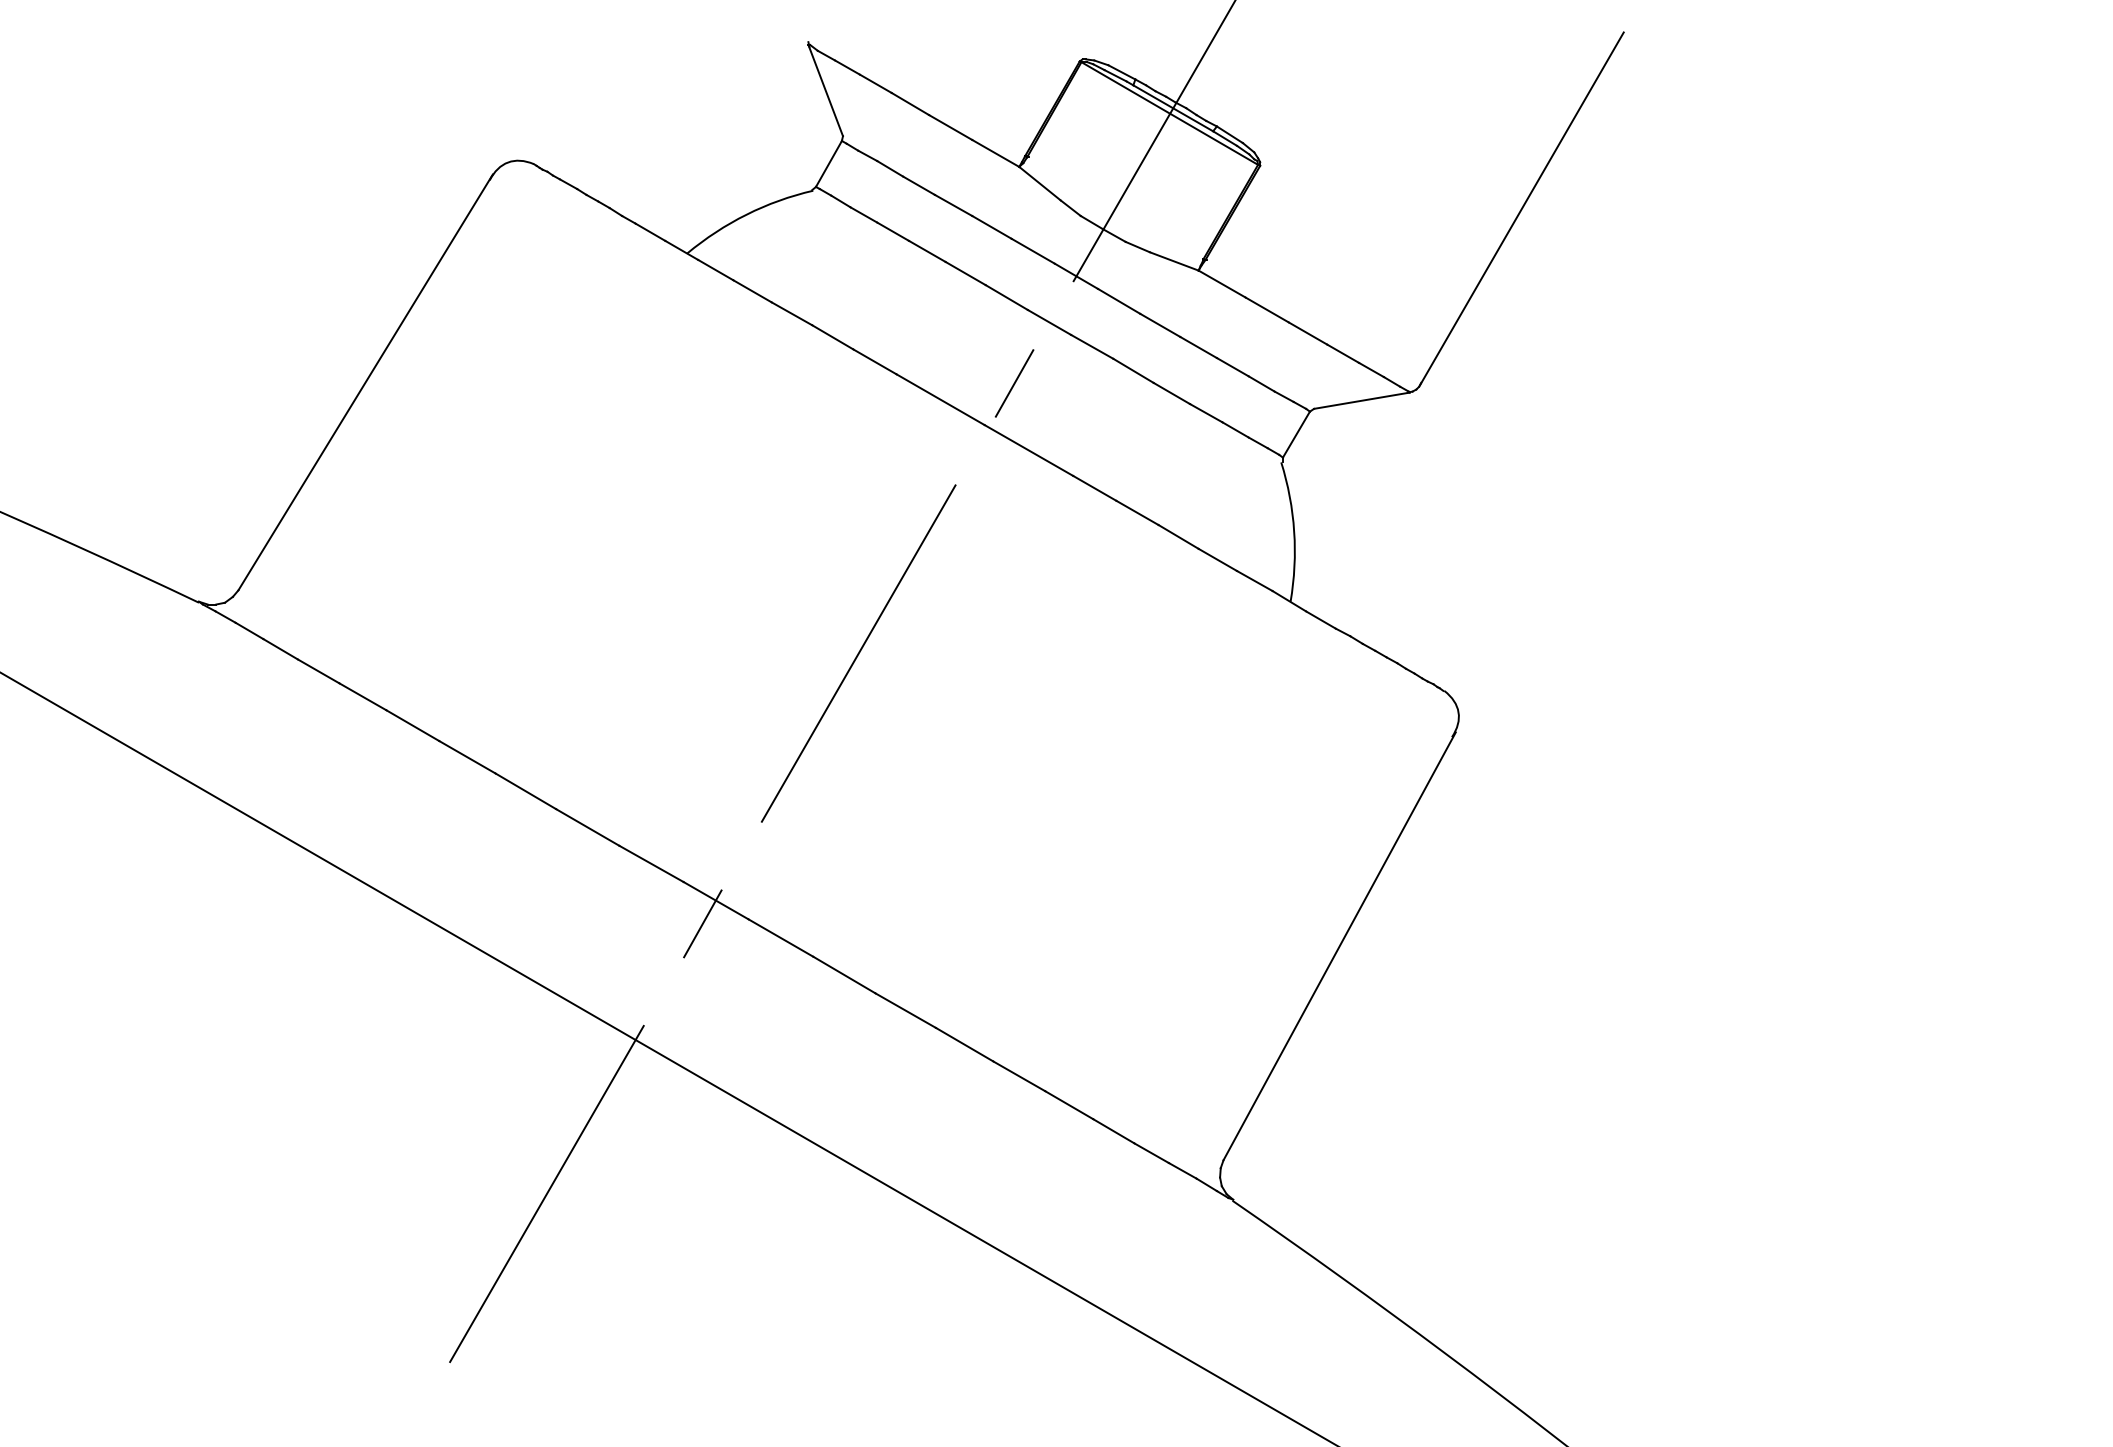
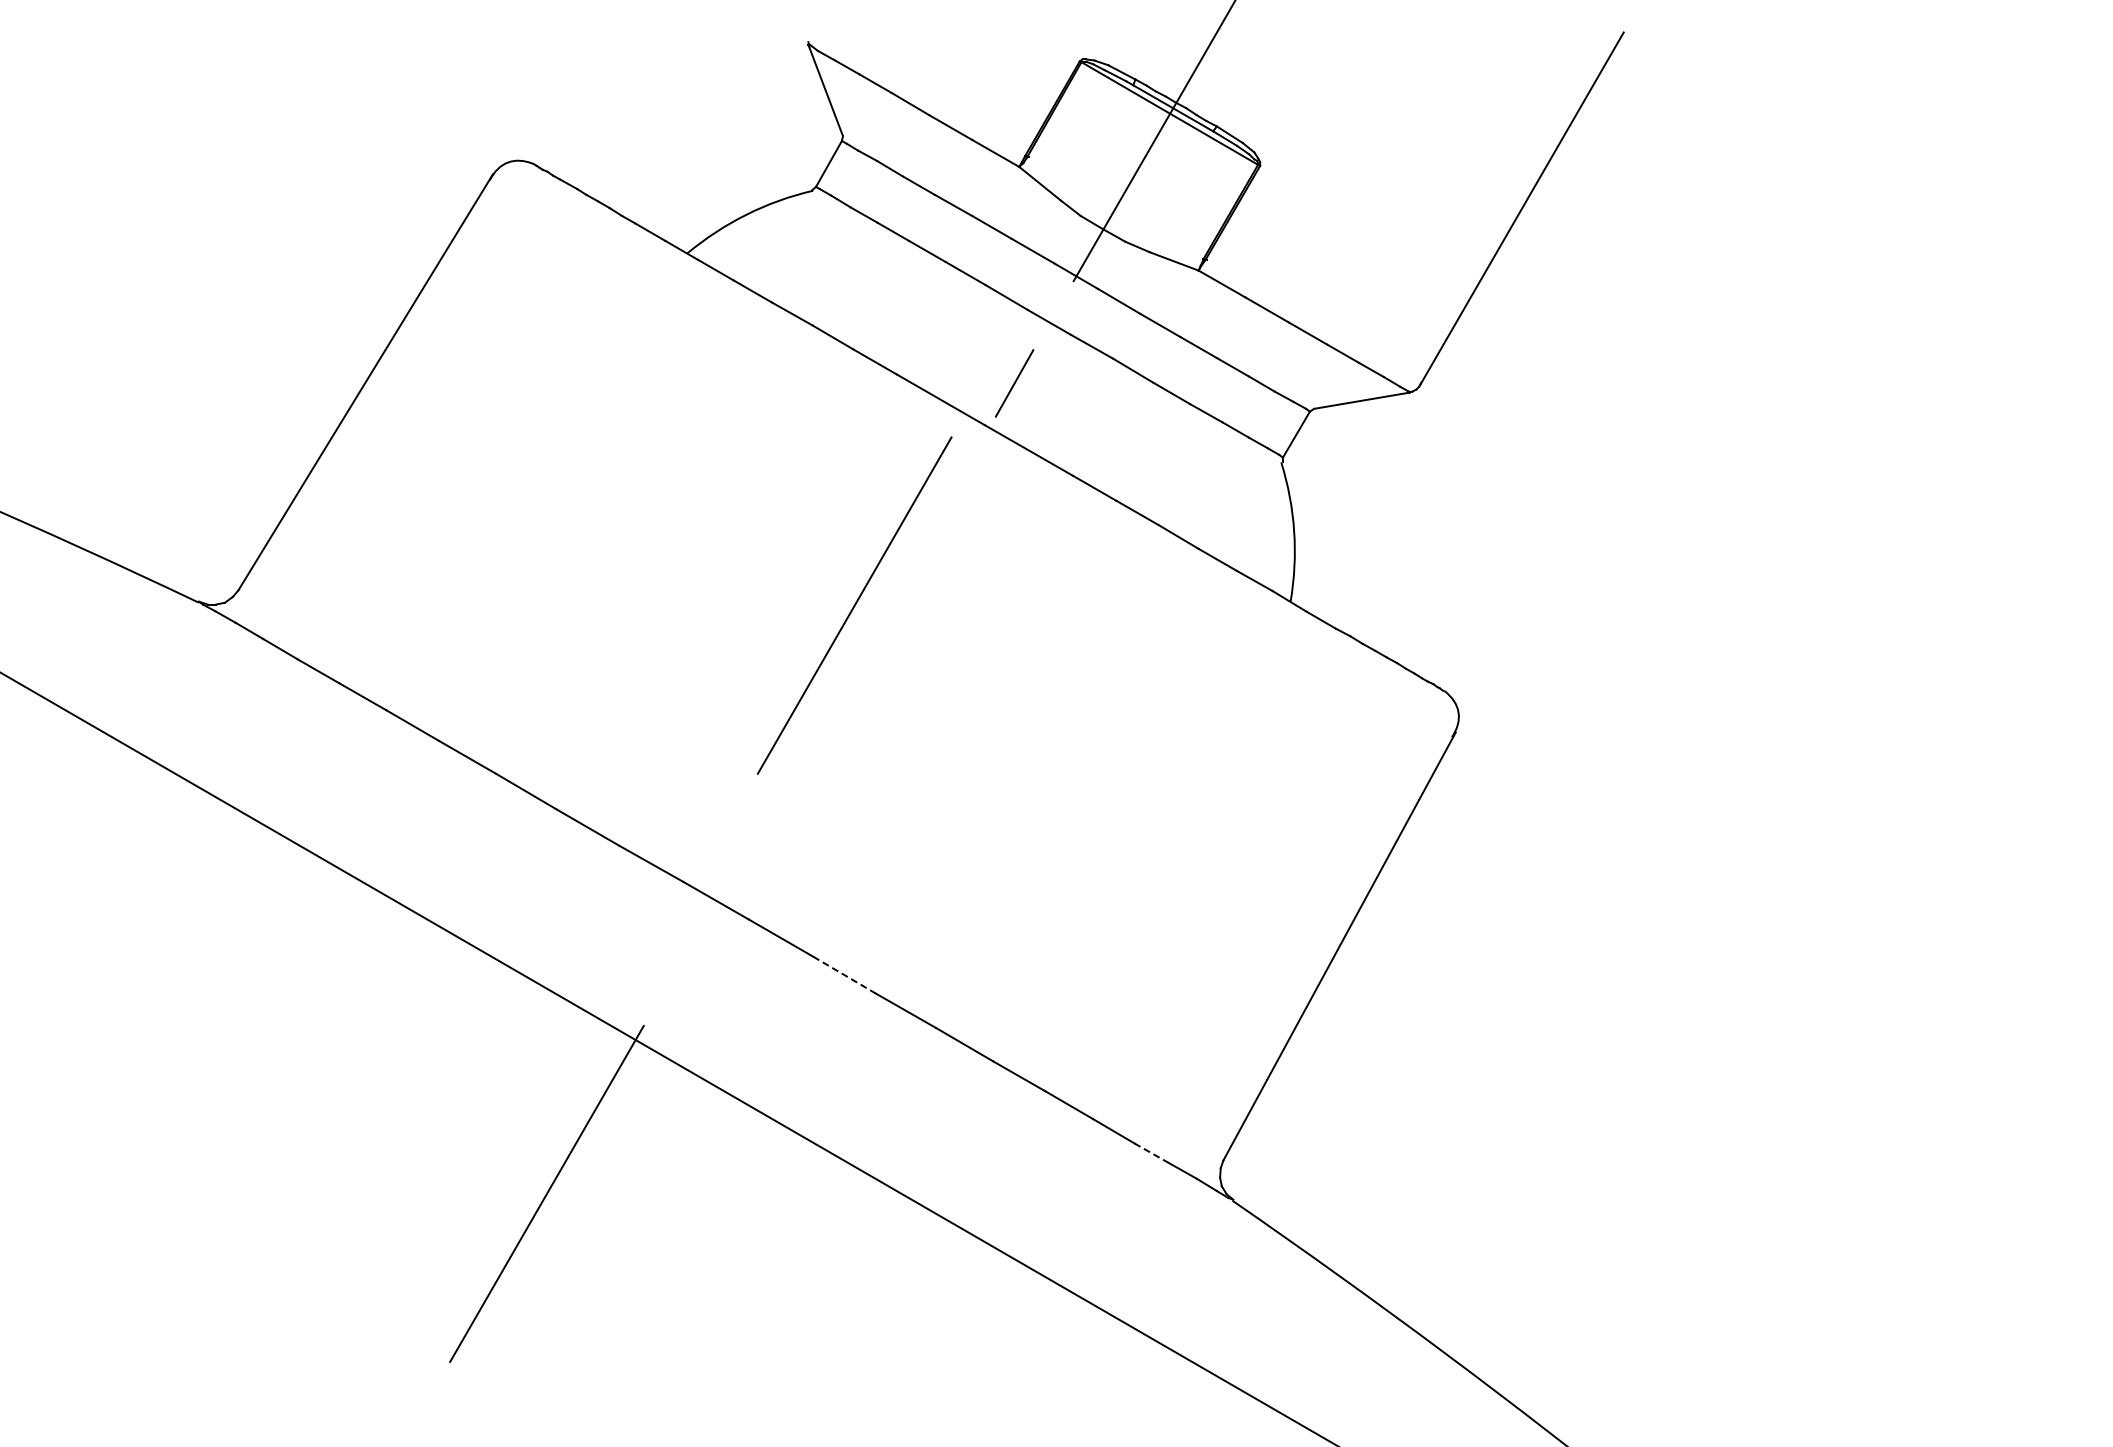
line at (858, 653) position: (858, 653) -> (854, 605)
line at (702, 923): present -> none
line at (844, 975): solid -> dashed
line at (1151, 1153): solid -> dashed
